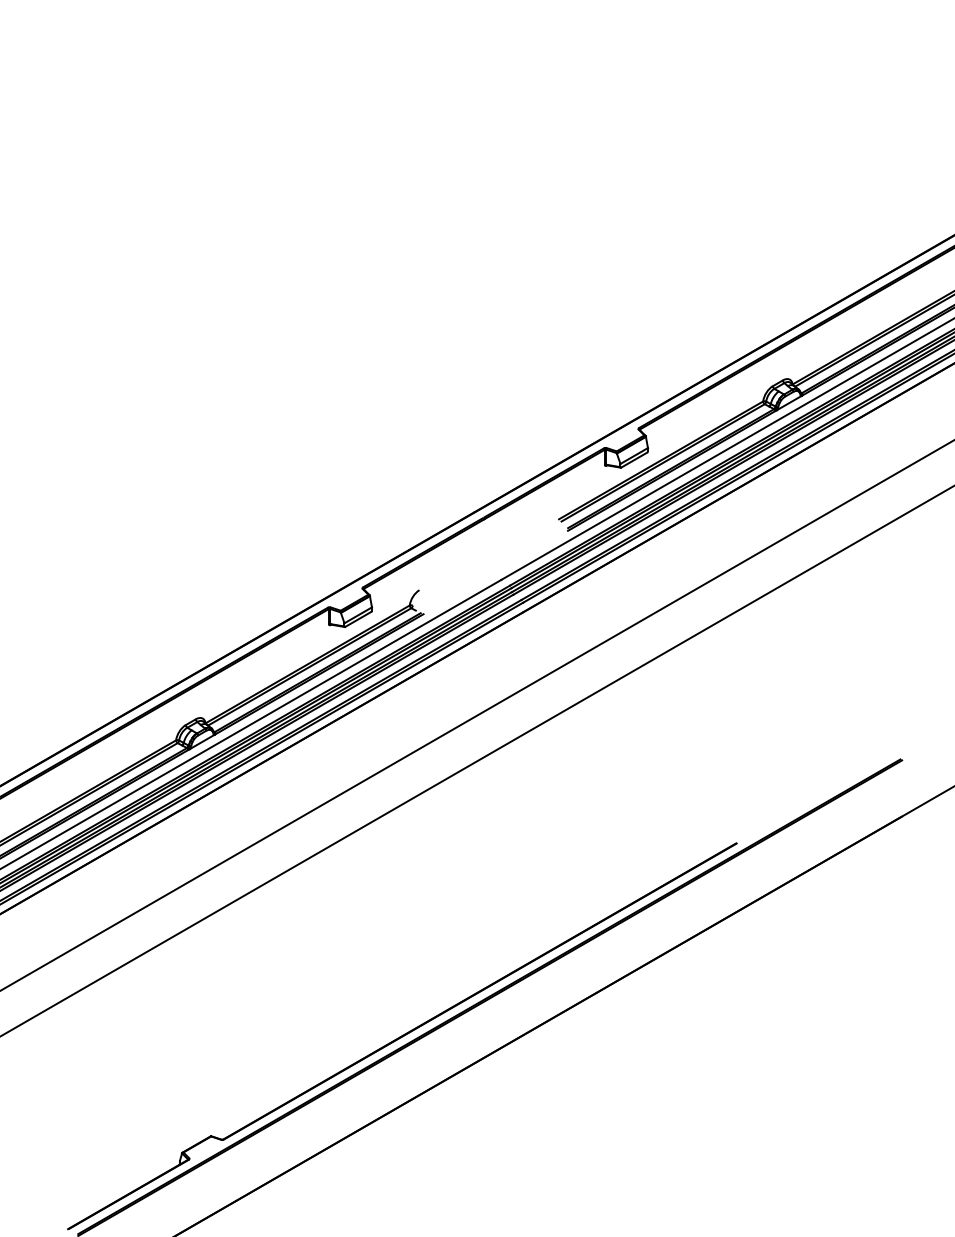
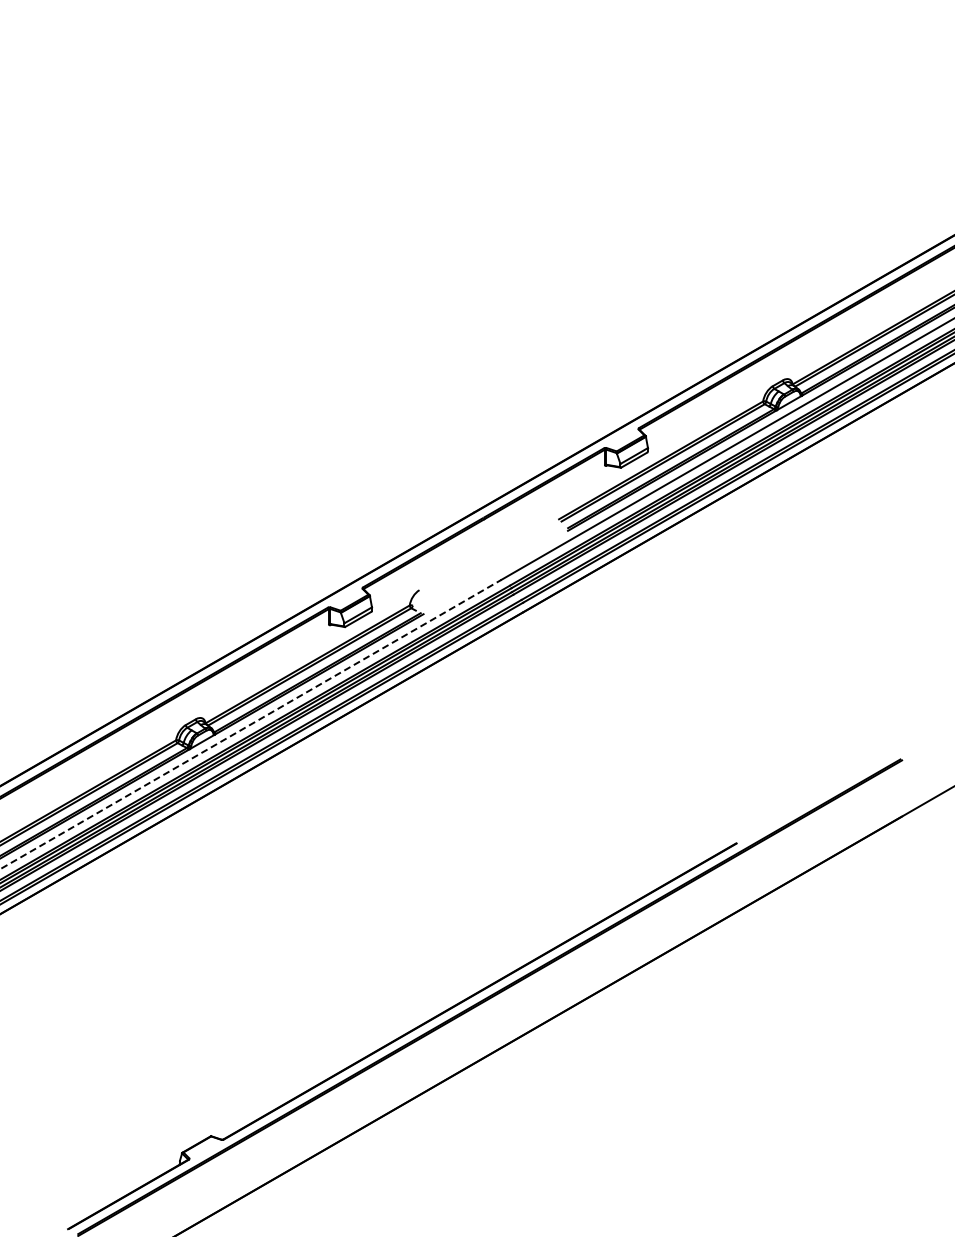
line at (476, 715): present -> none
line at (251, 724): solid -> dashed
line at (476, 761): present -> none
